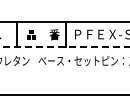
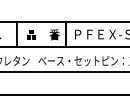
line at (65, 47): dashed -> solid
line at (64, 72): none -> present
